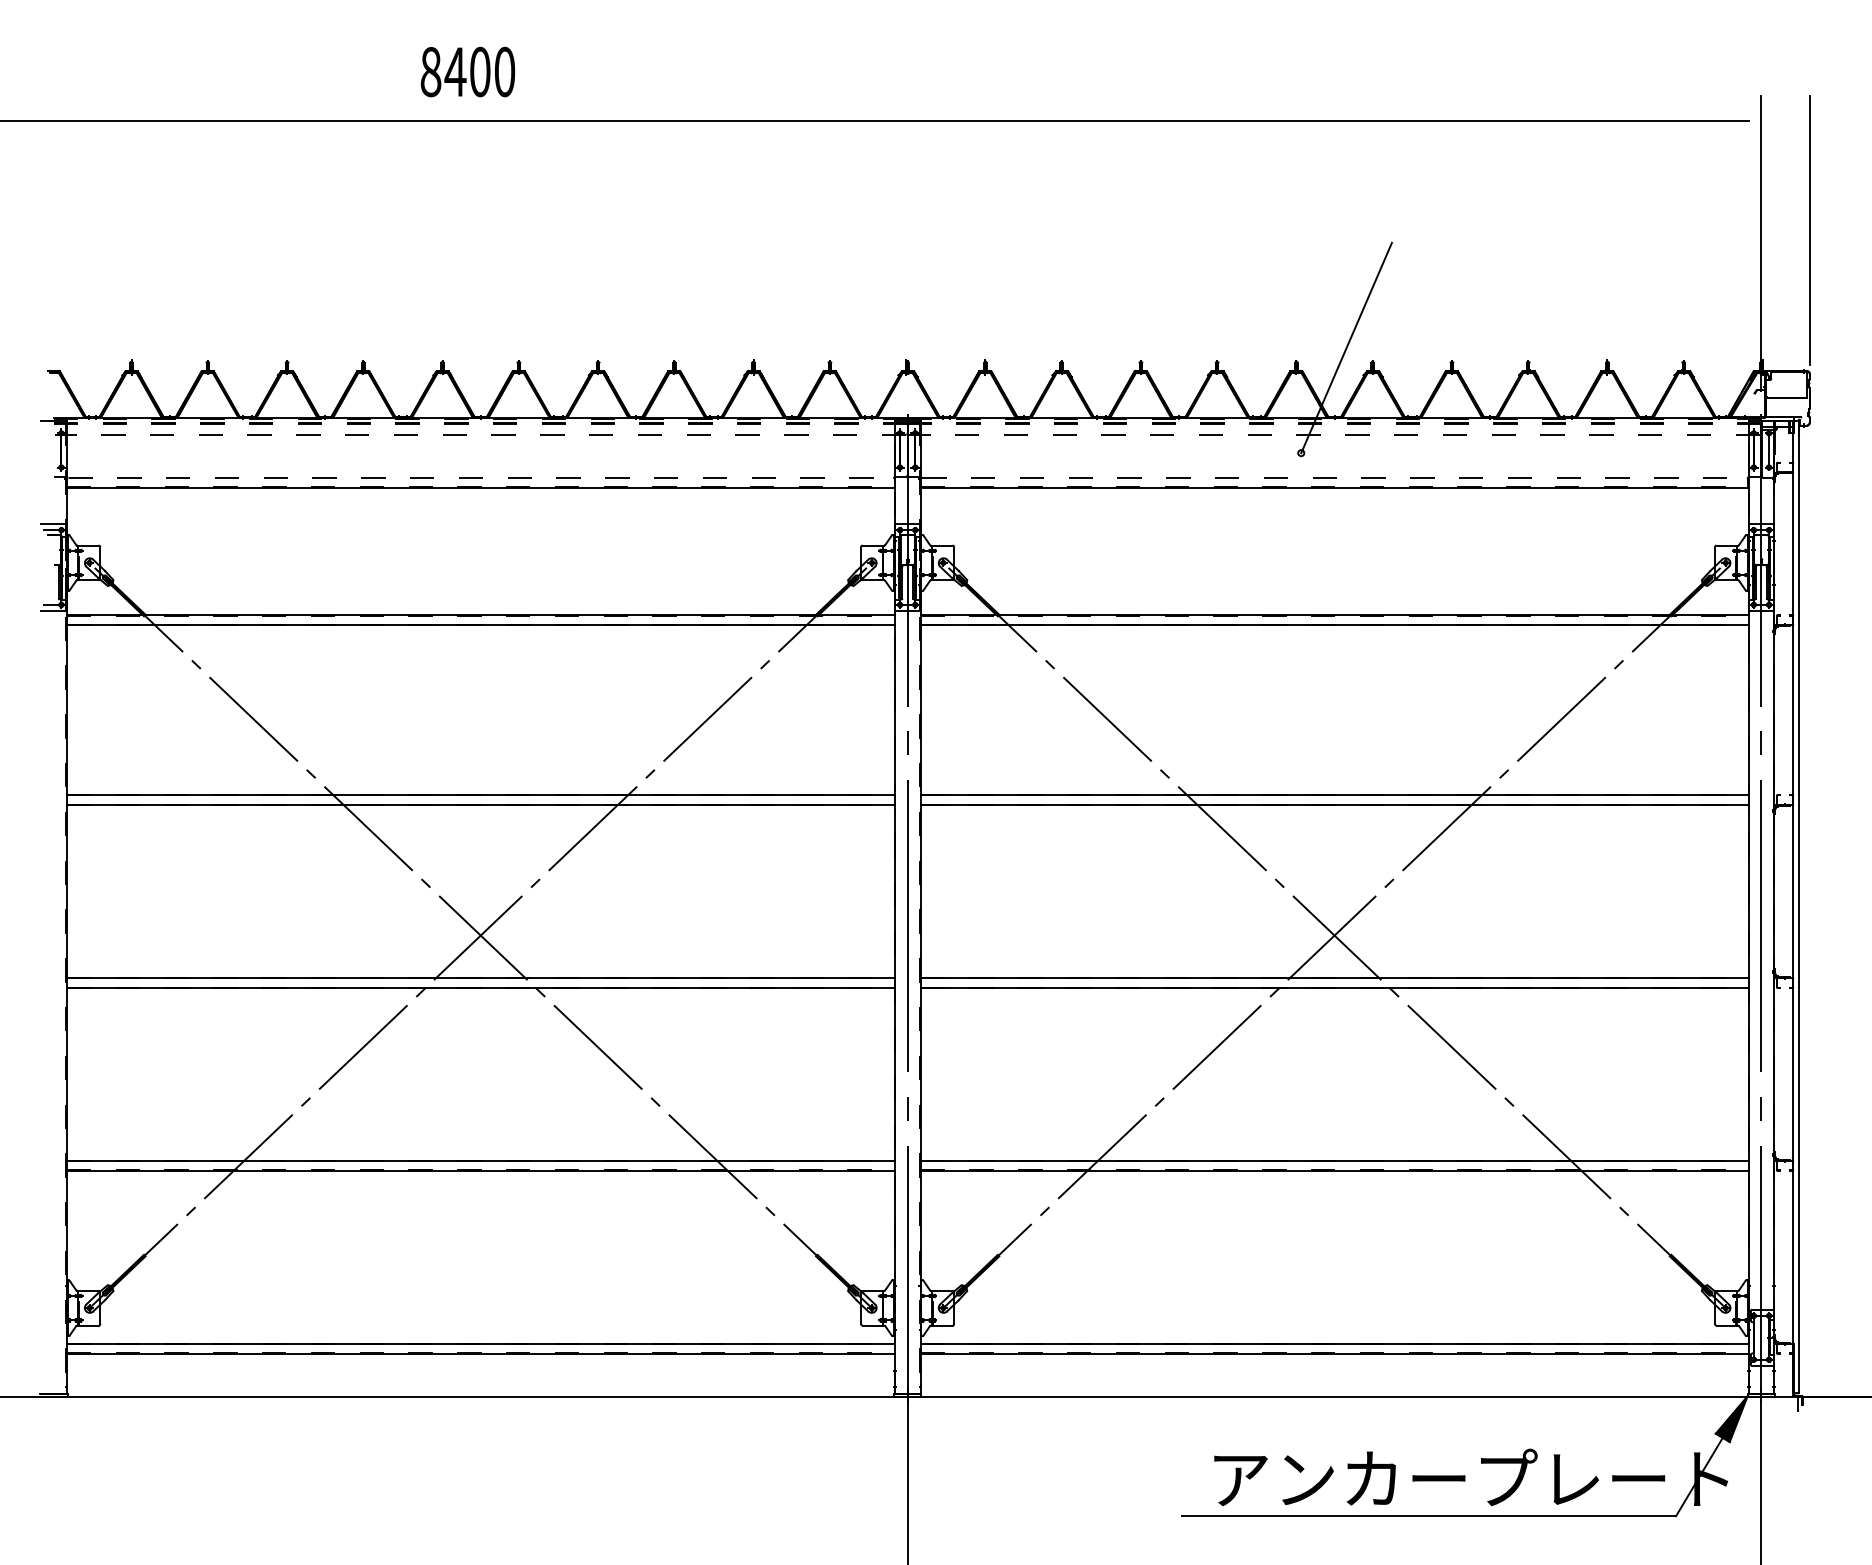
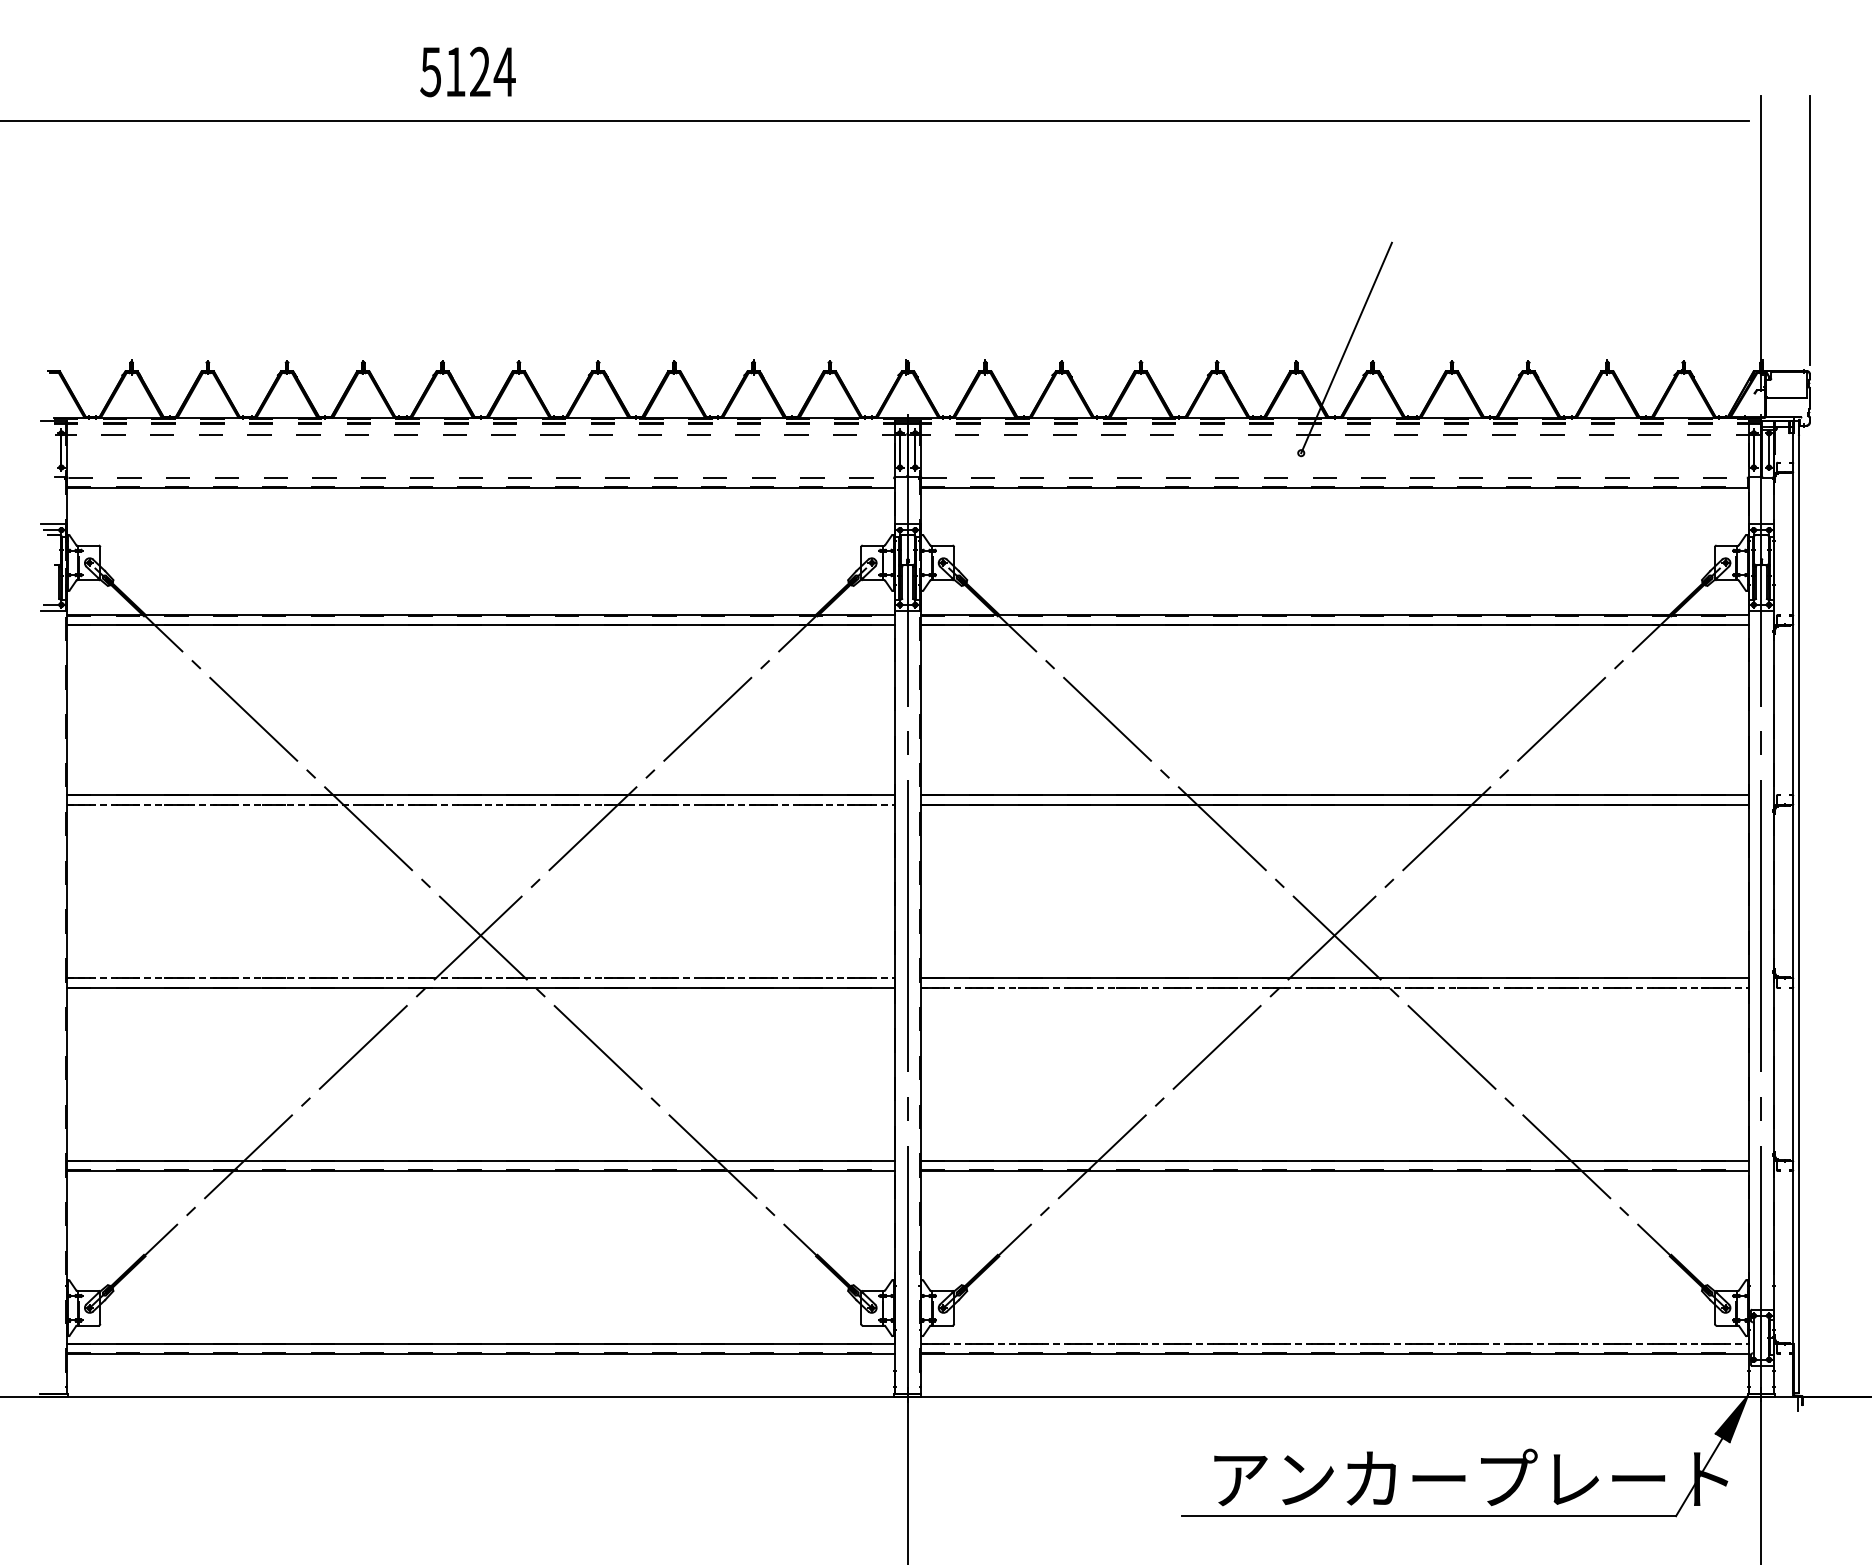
text at (467, 71): 8400 -> 5124
line at (480, 805): solid -> dashed
line at (480, 977): solid -> dashed
line at (1334, 988): solid -> dashed
line at (1334, 1343): solid -> dashed
